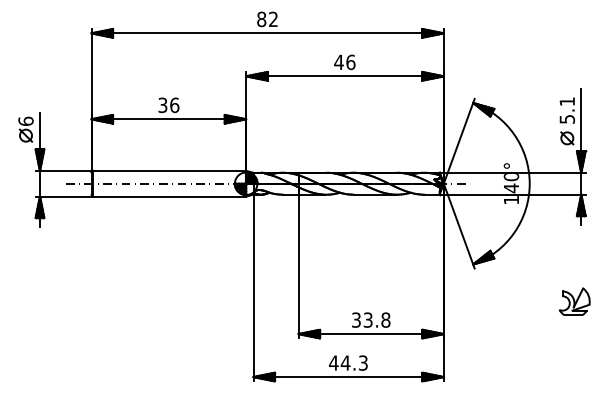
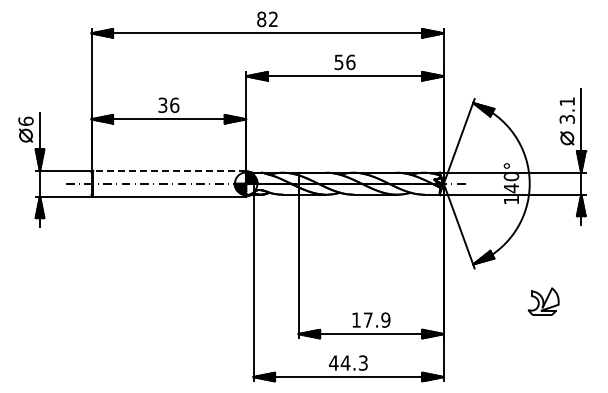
text at (338, 62): 46 -> 56
text at (566, 119): 5.1 -> 3.1
line at (169, 170): solid -> dashed
part at (574, 301) position: (574, 301) -> (543, 301)
text at (371, 319): 33.8 -> 17.9
